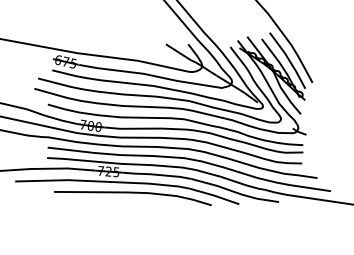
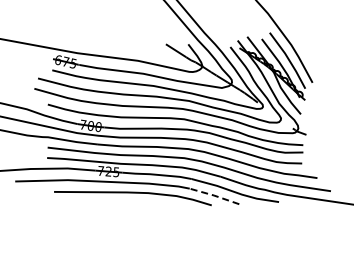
line at (214, 195): solid -> dashed
